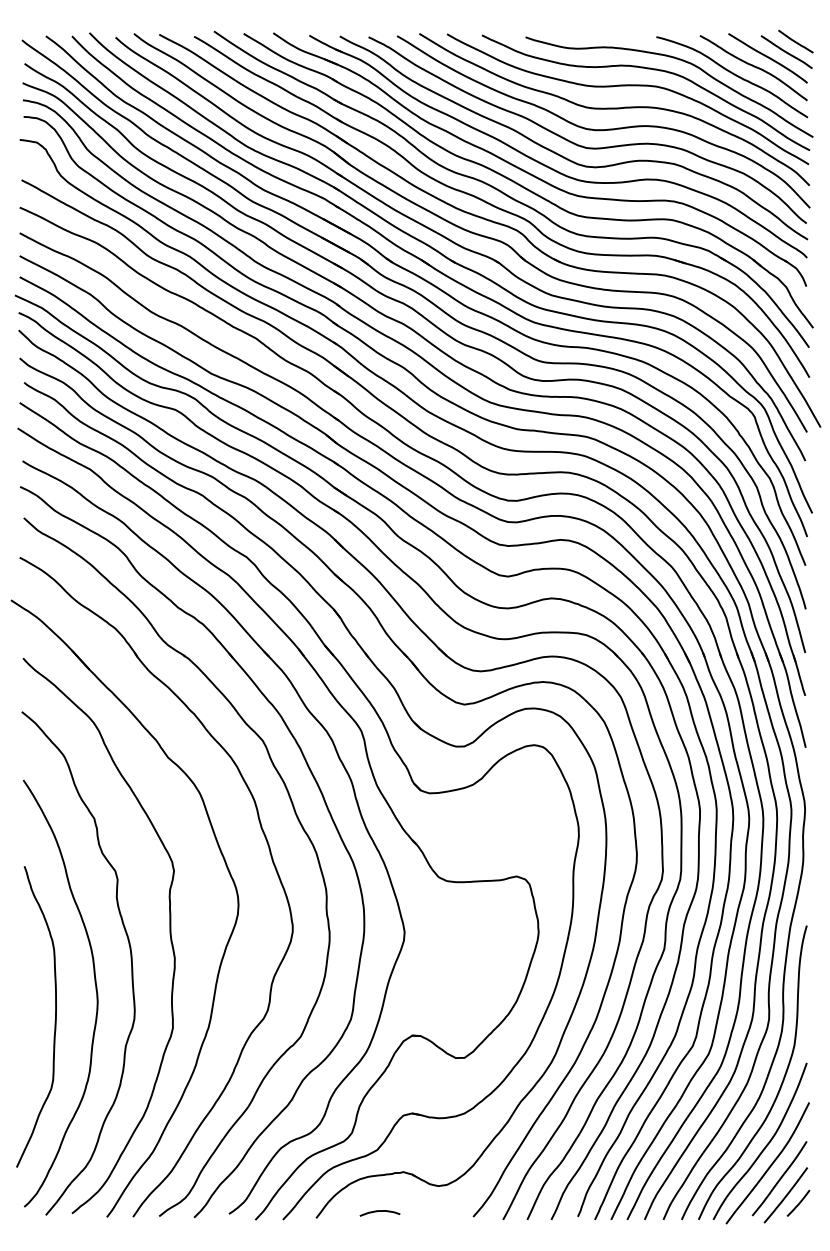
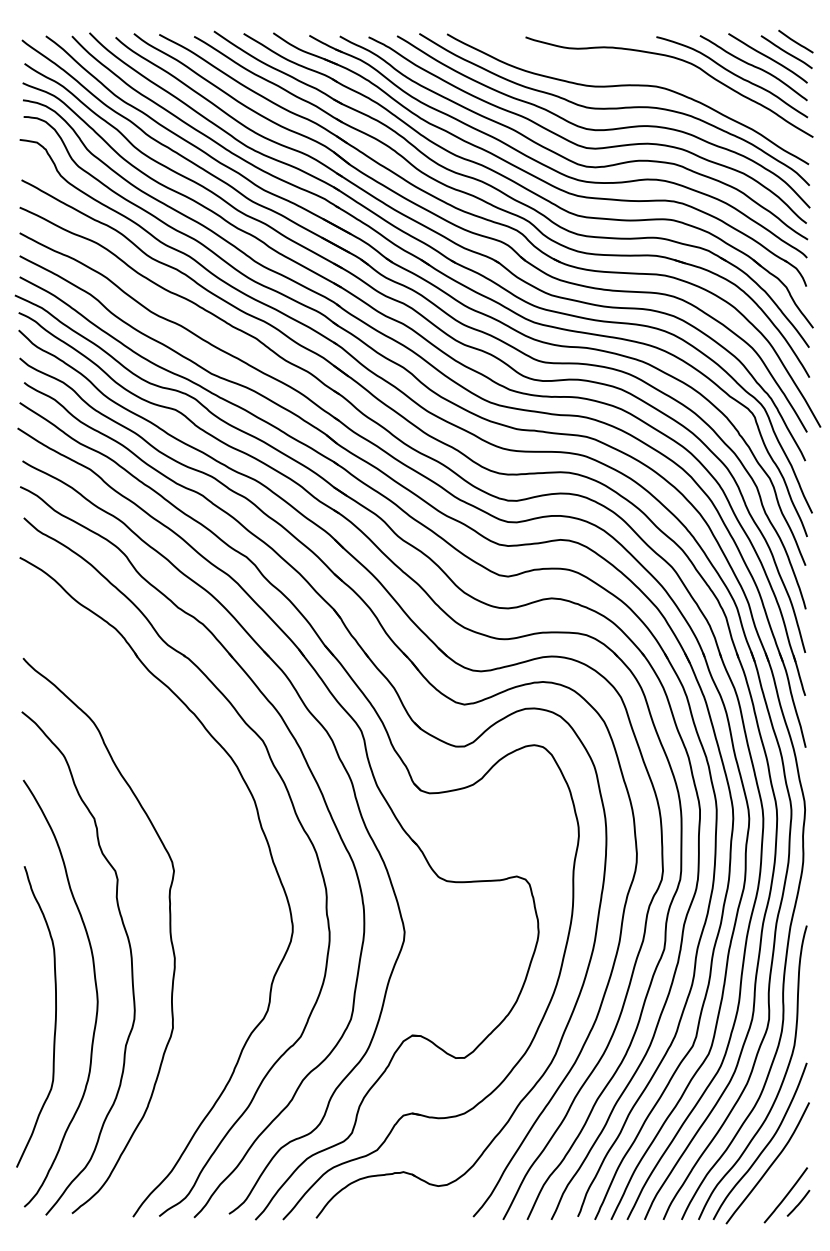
curve at (647, 69): present -> none
part at (225, 945): present -> none
curve at (779, 1178): present -> none
curve at (379, 1211): present -> none
